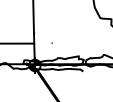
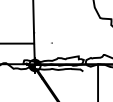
line at (98, 81): none -> present
